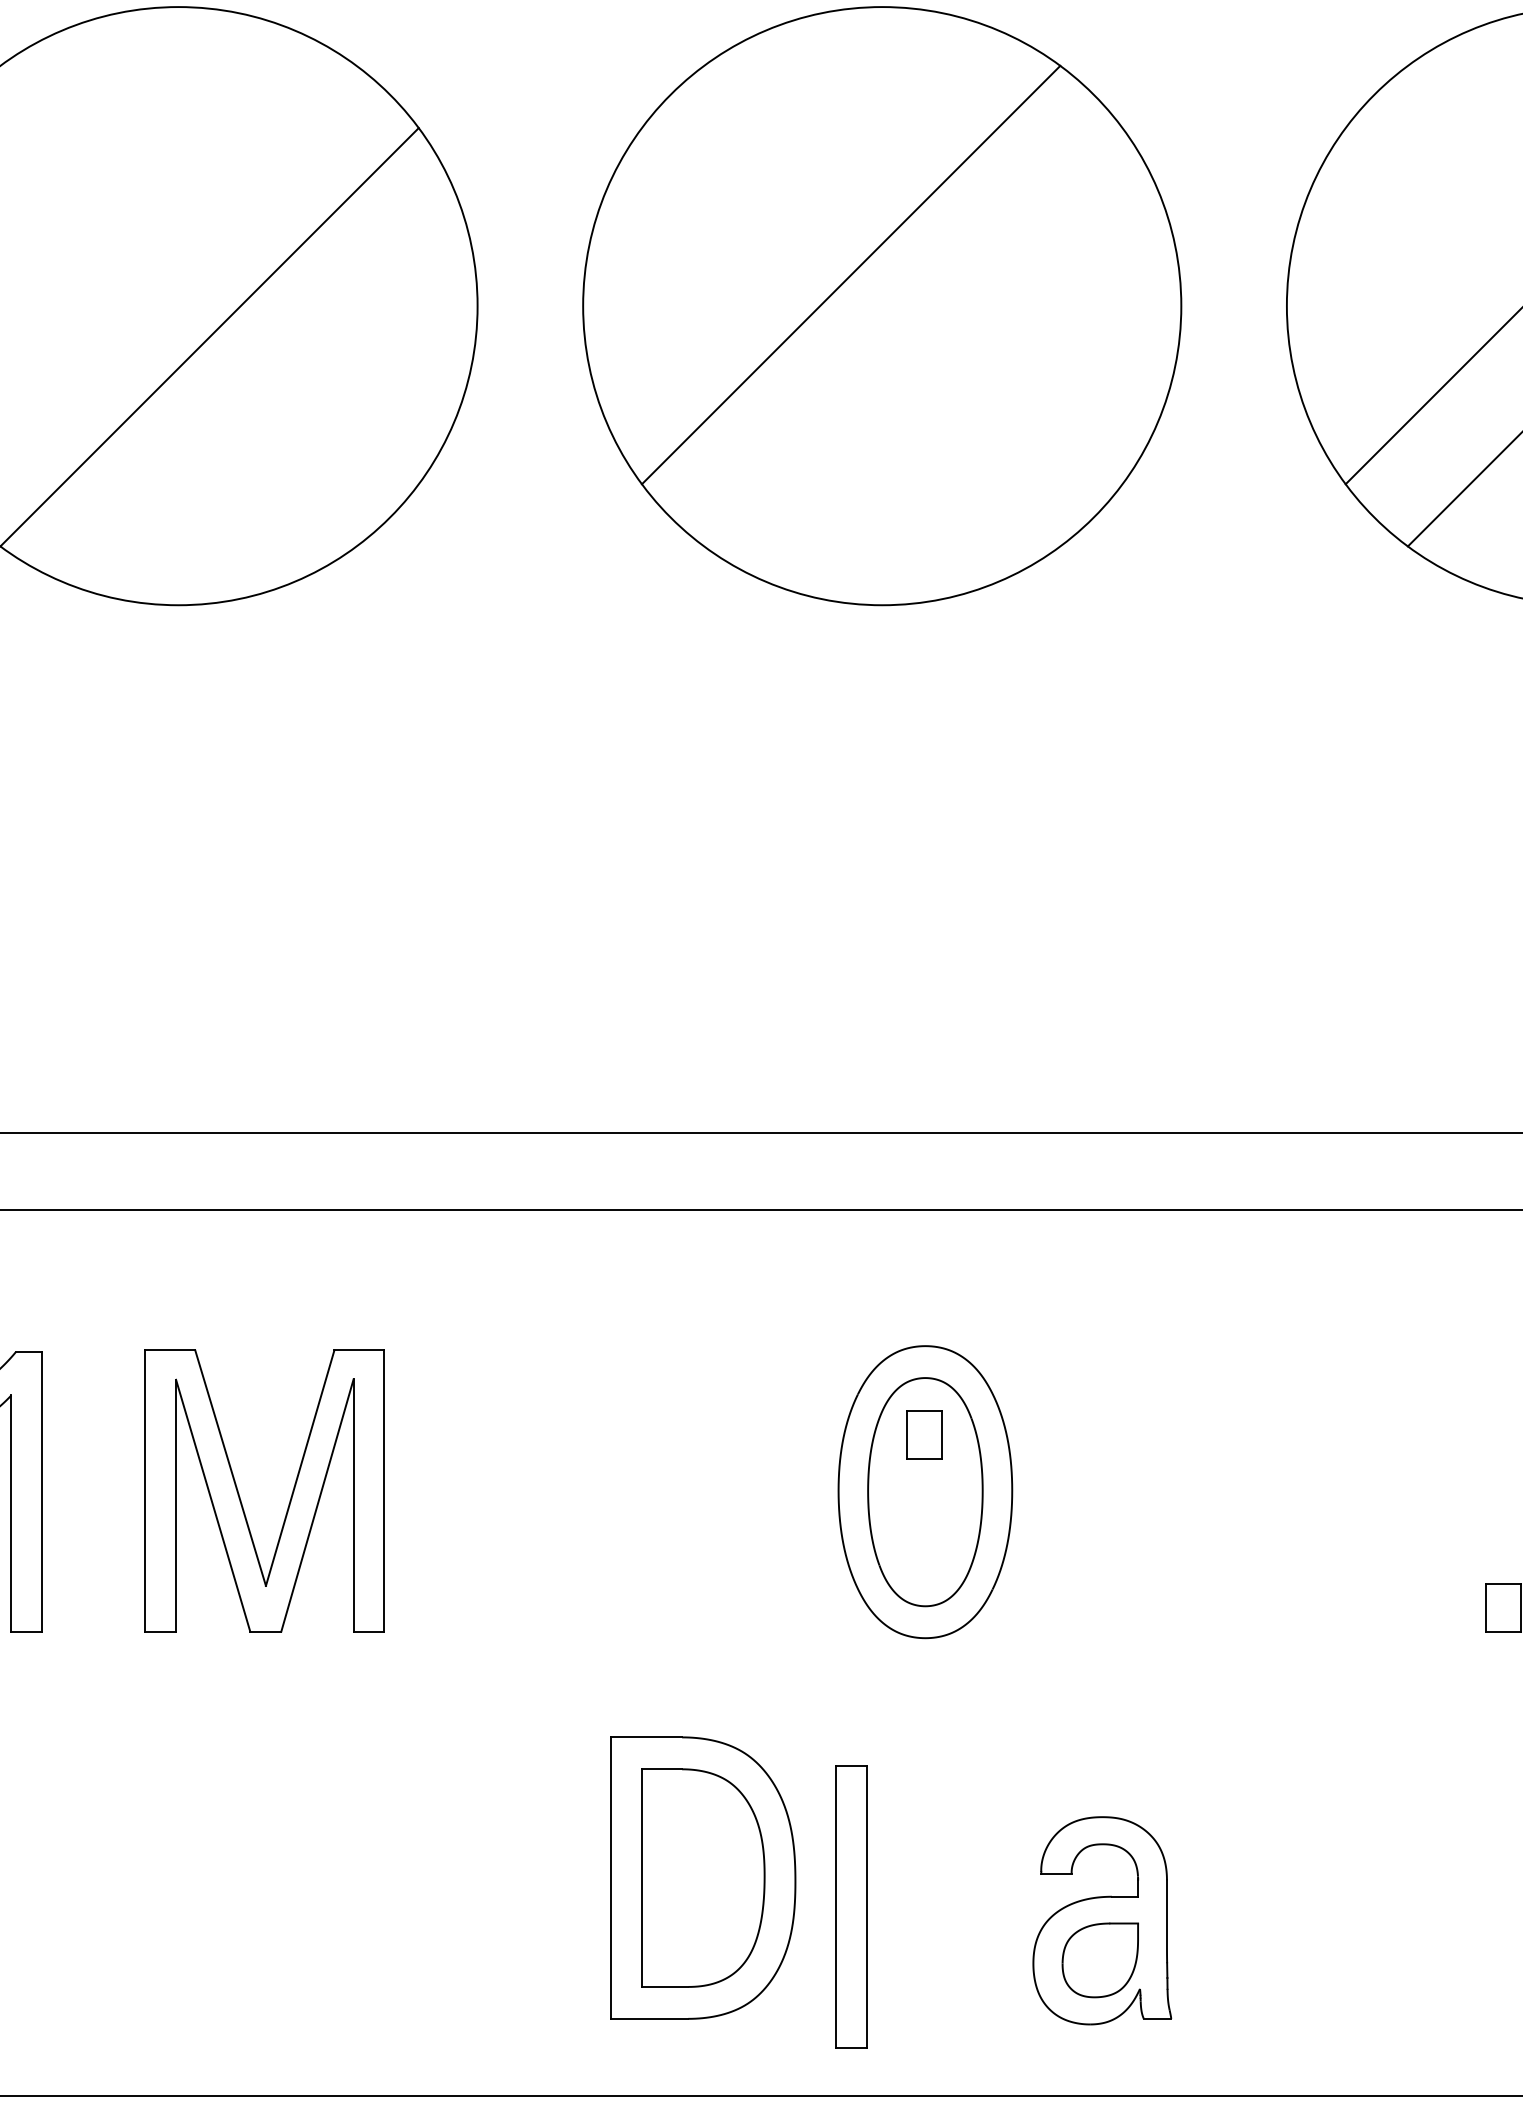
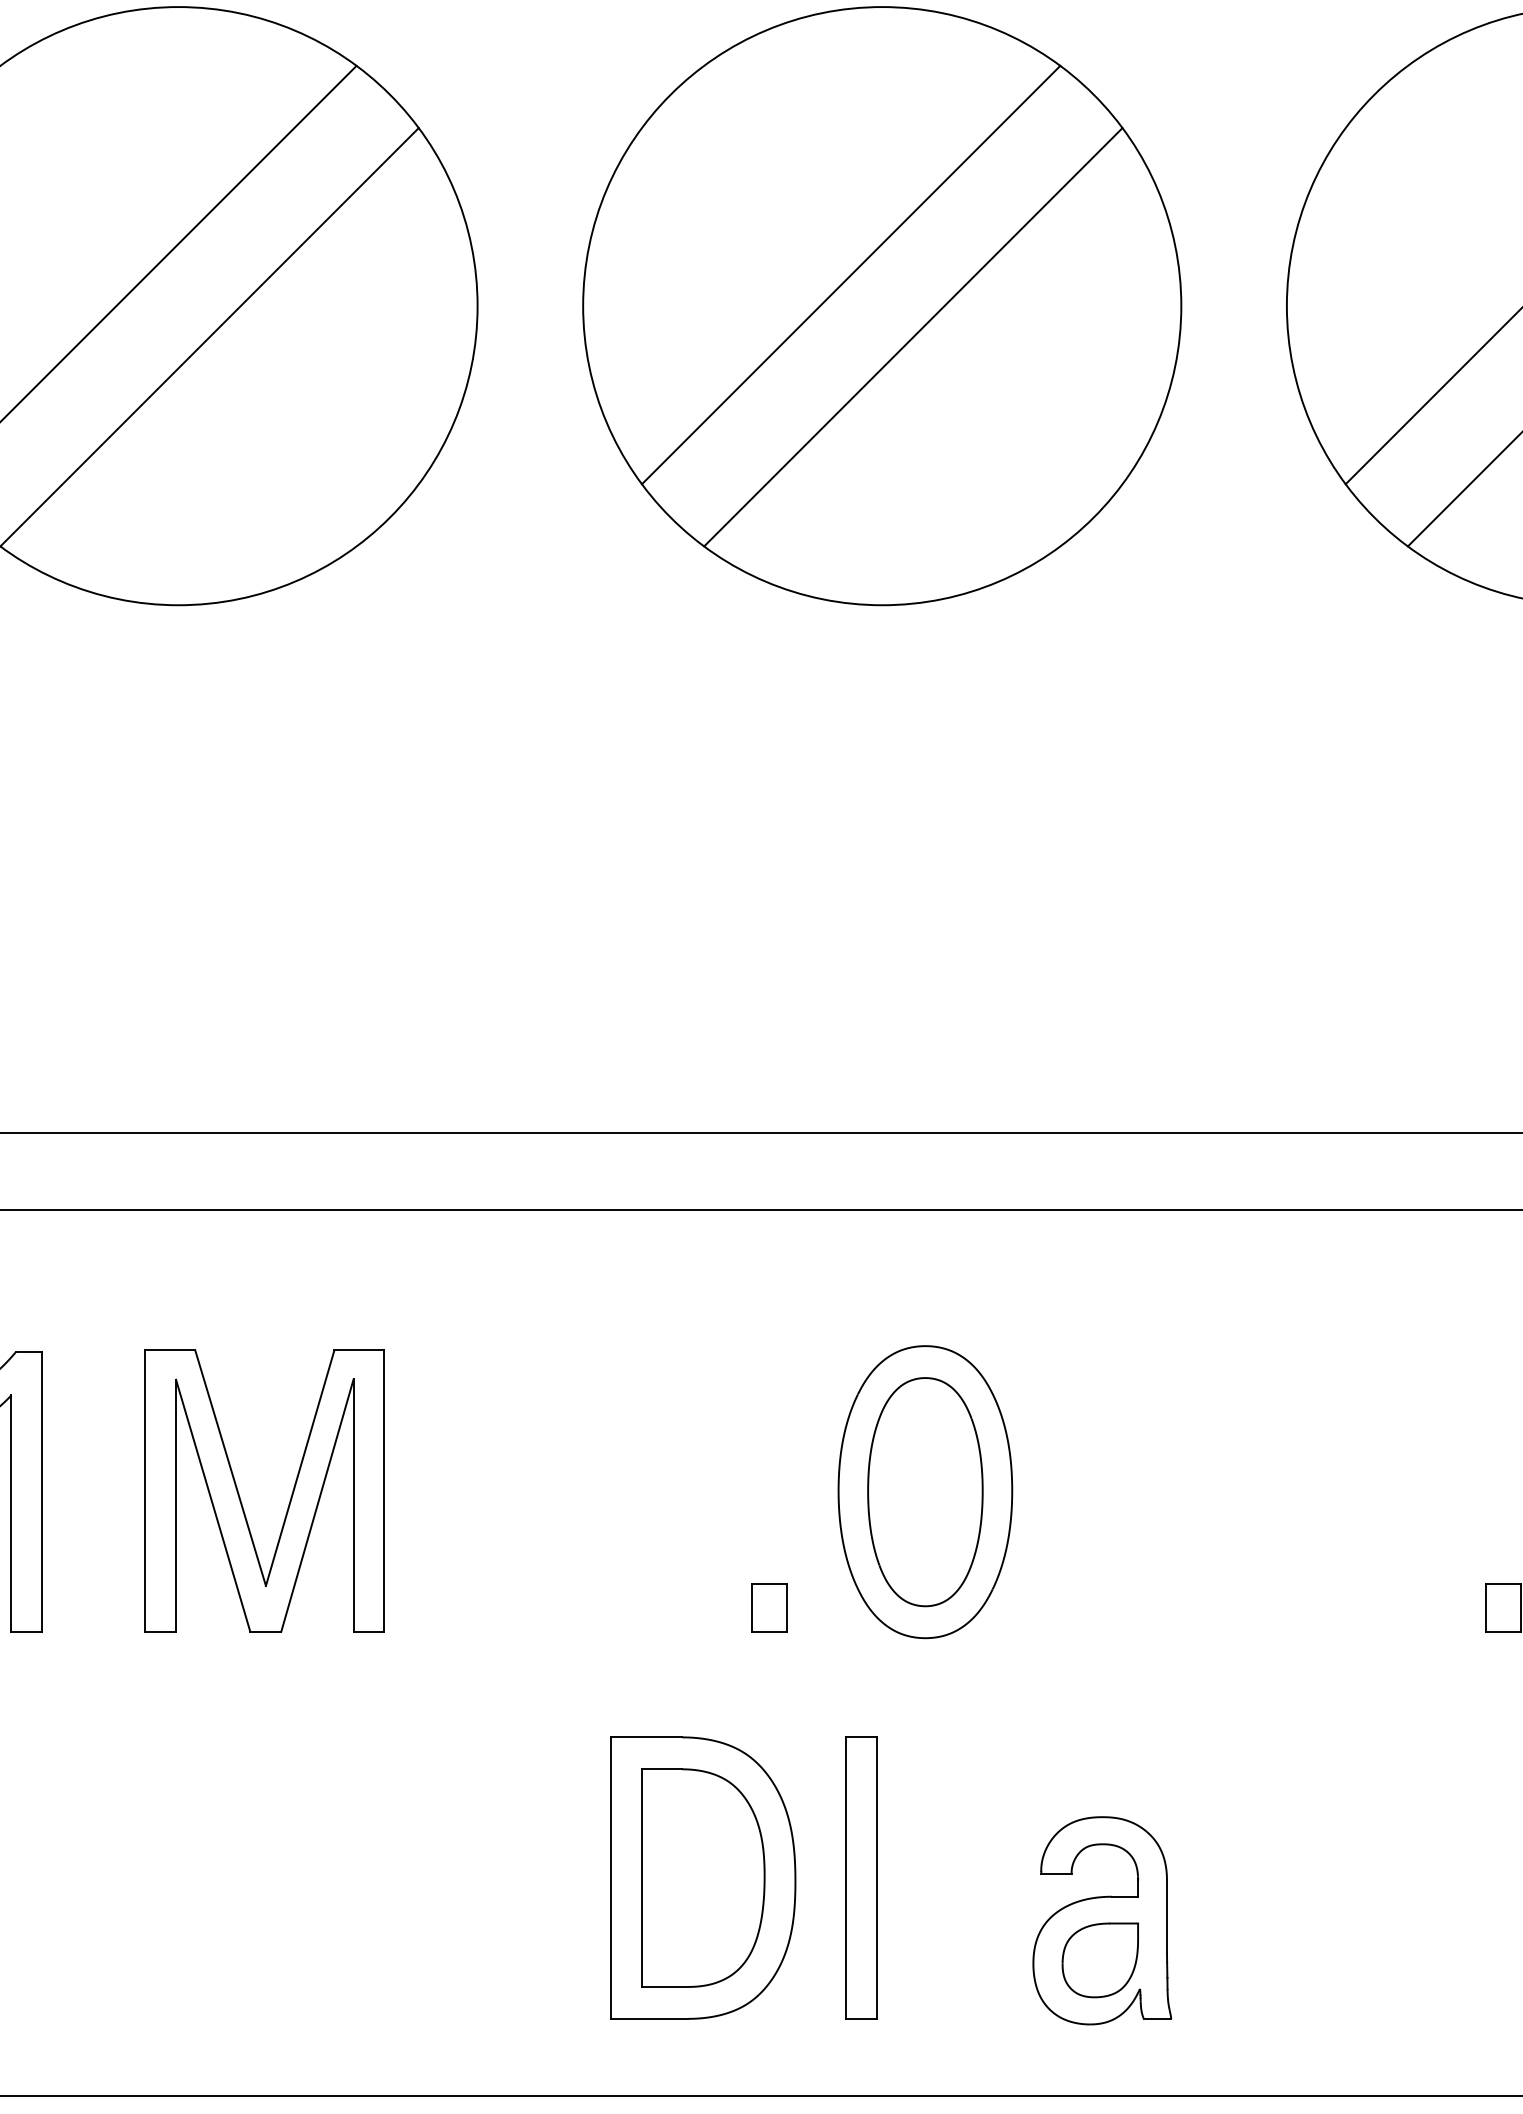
line at (179, 242): none -> present
line at (913, 337): none -> present
part at (924, 1434) position: (924, 1434) -> (769, 1607)
part at (851, 1906) position: (851, 1906) -> (861, 1877)
